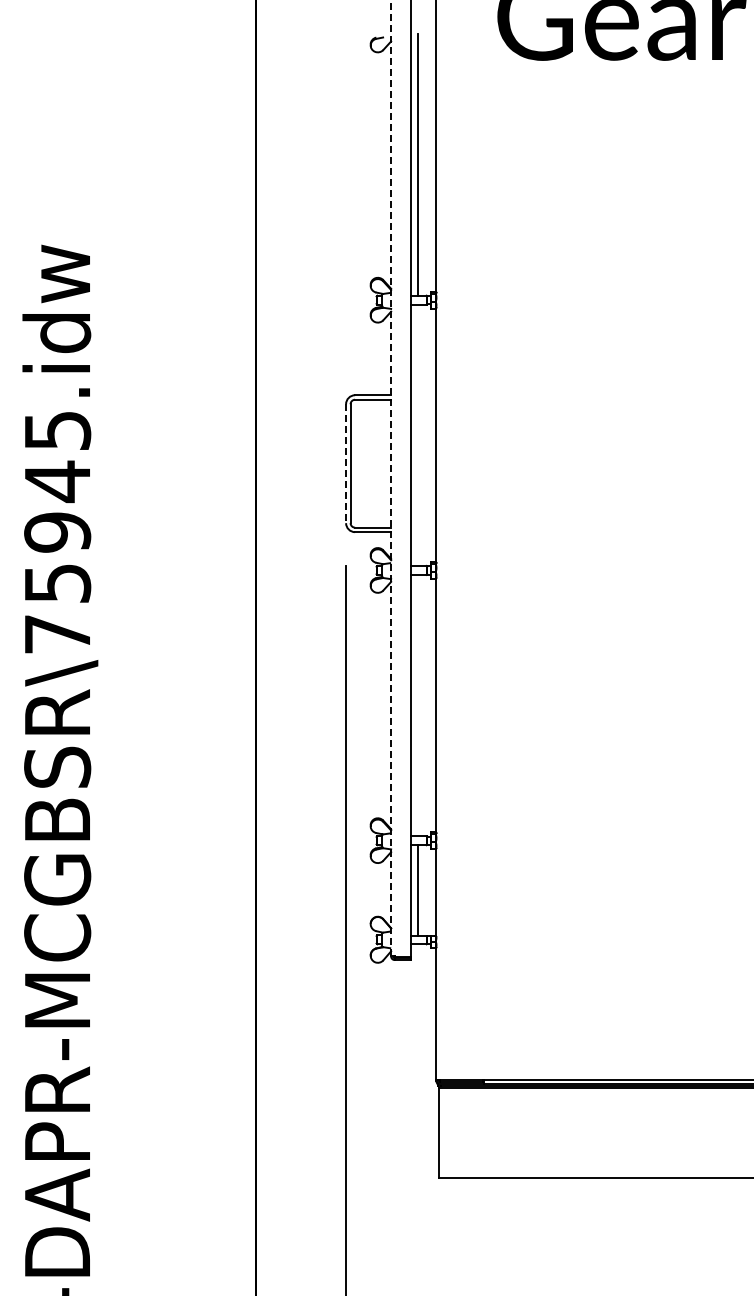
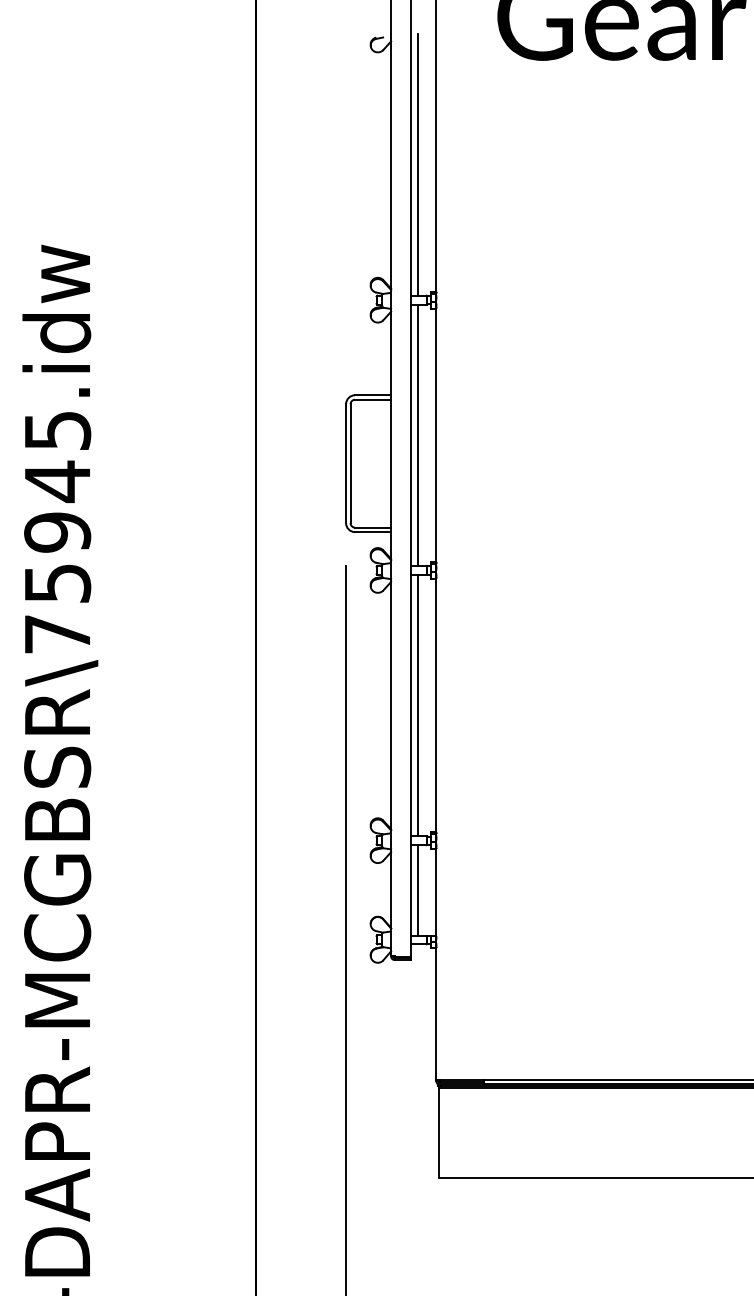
line at (418, 434): none -> present
line at (346, 464): dashed -> solid
line at (391, 478): dashed -> solid
line at (418, 705): none -> present
